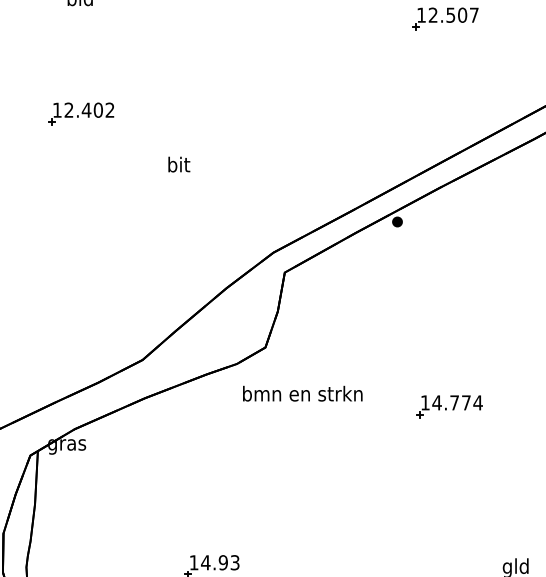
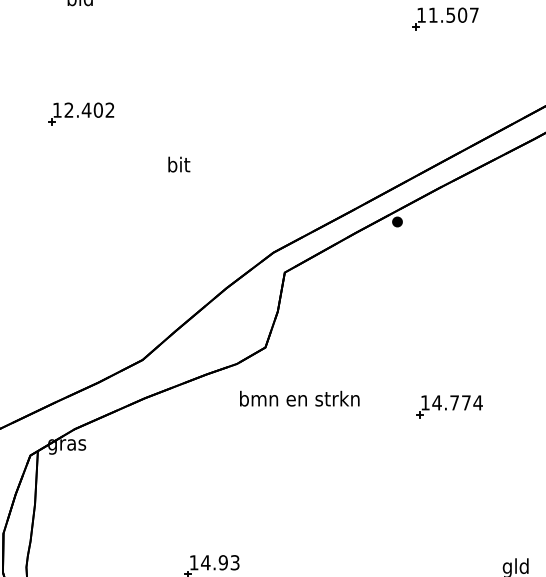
text at (432, 14): 12.507 -> 11.507
text at (302, 393) position: (302, 393) -> (299, 398)
